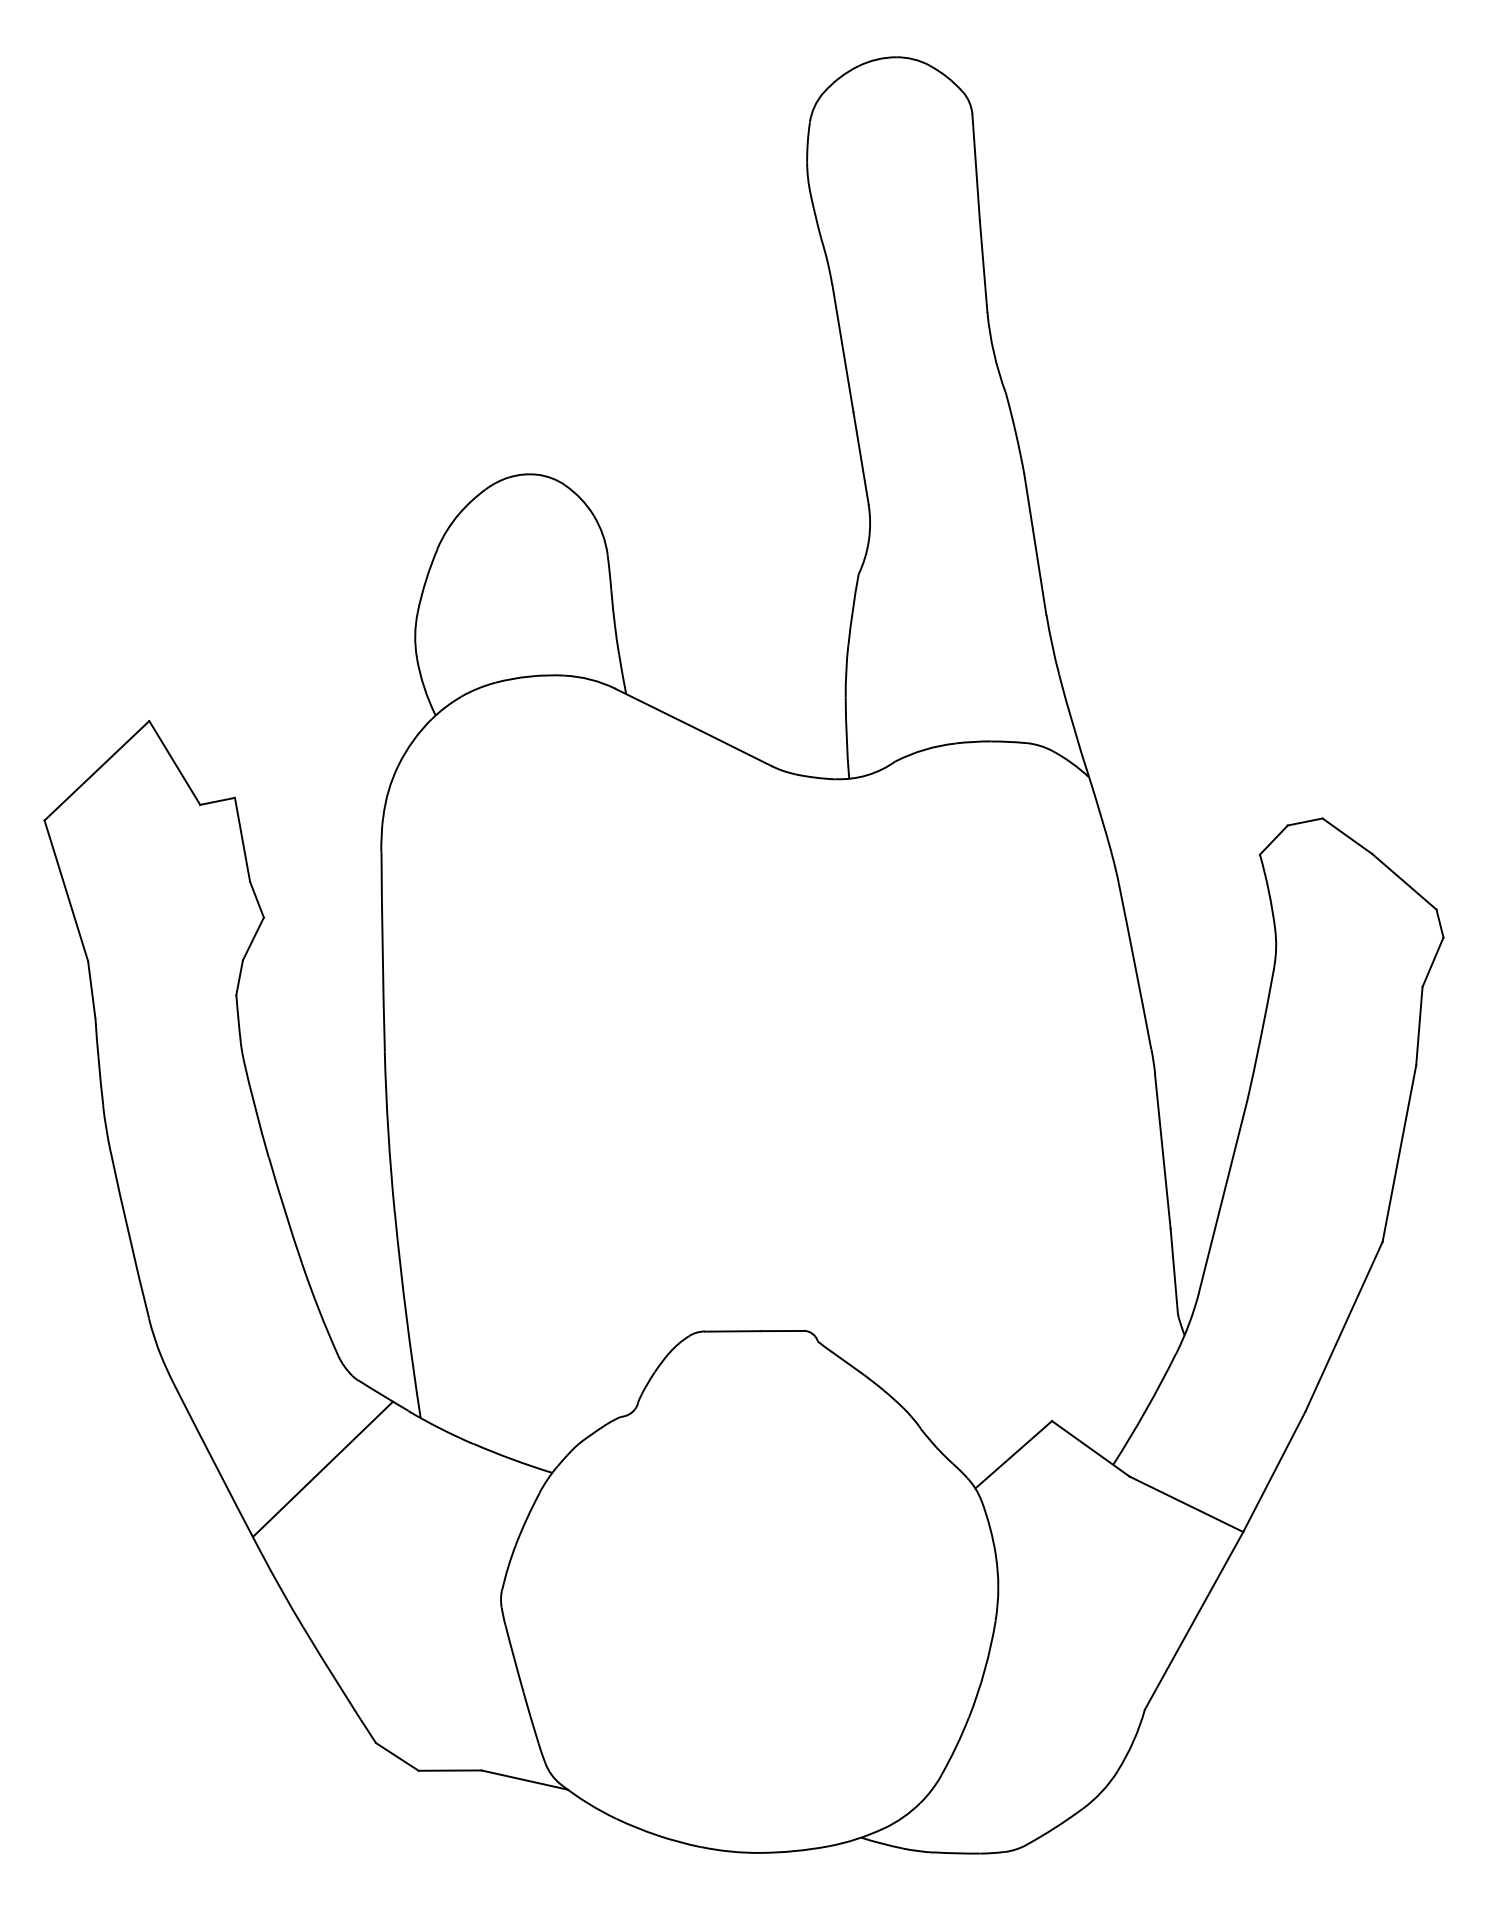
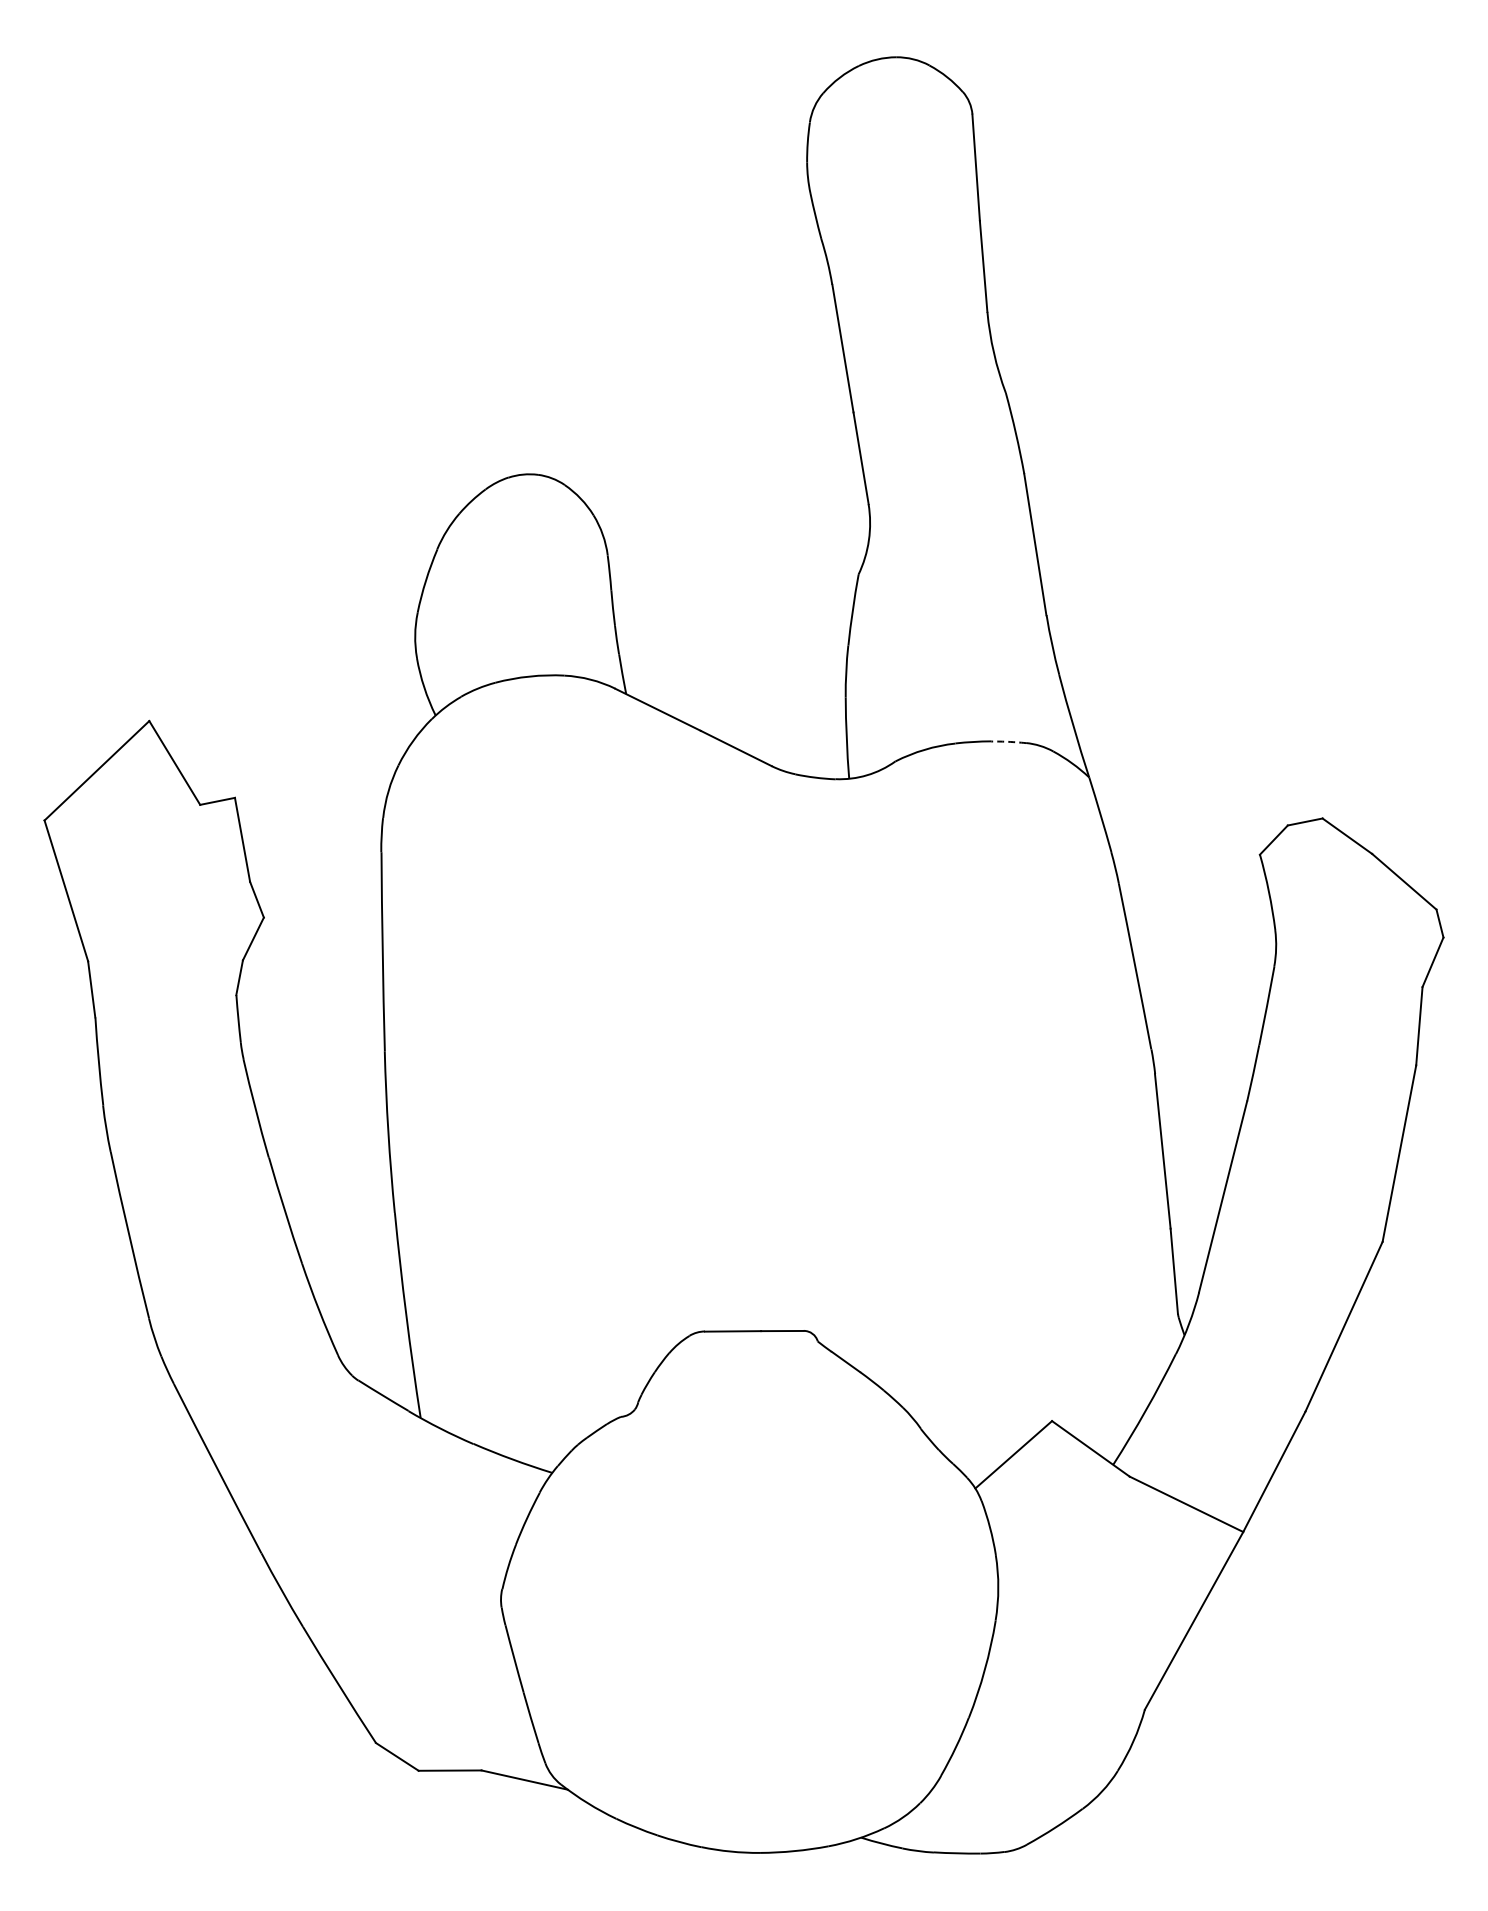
arc at (1008, 741): solid -> dashed
line at (322, 1469): present -> none
